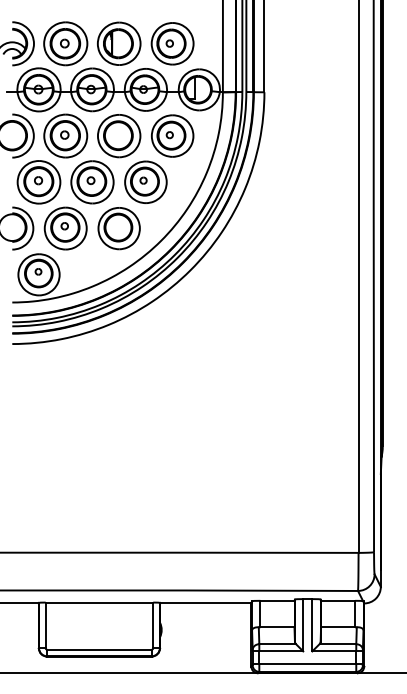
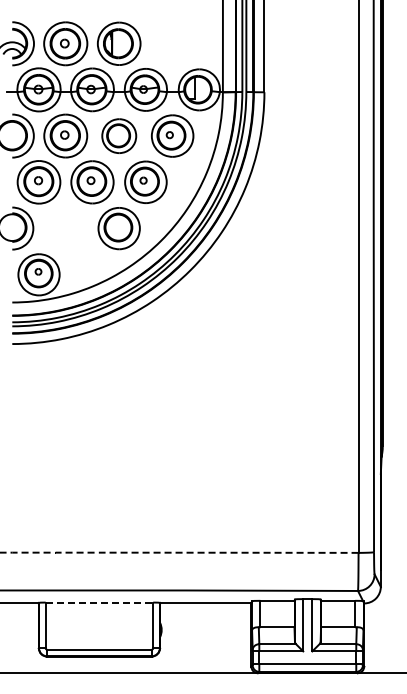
part at (172, 43): present -> none
part at (119, 136) size: 45x45 px -> 37x36 px
part at (65, 228): present -> none
arc at (179, 552): solid -> dashed
line at (99, 602): solid -> dashed
